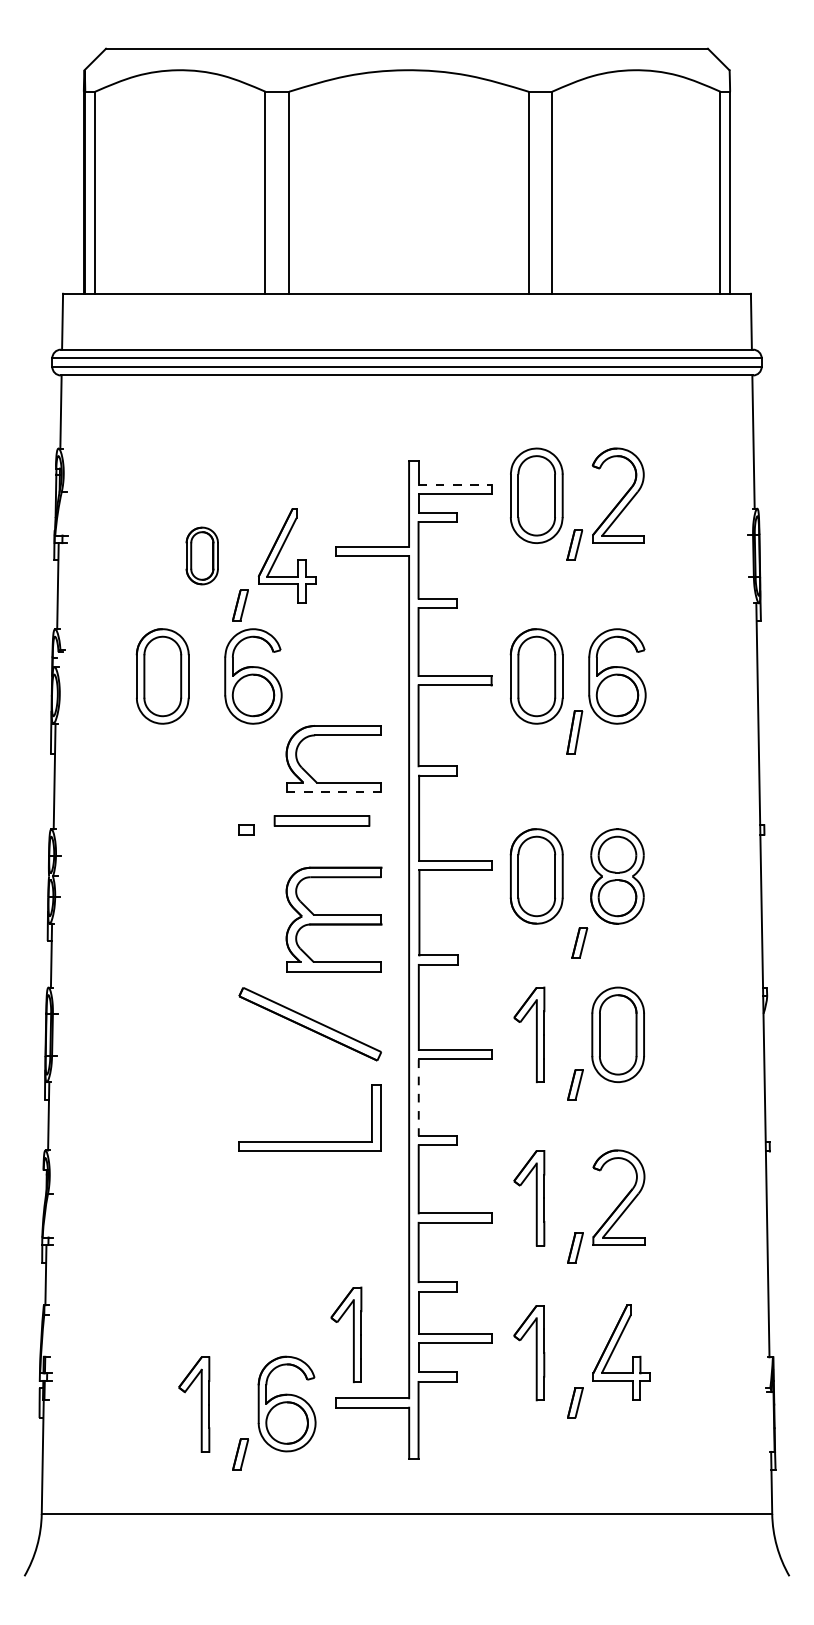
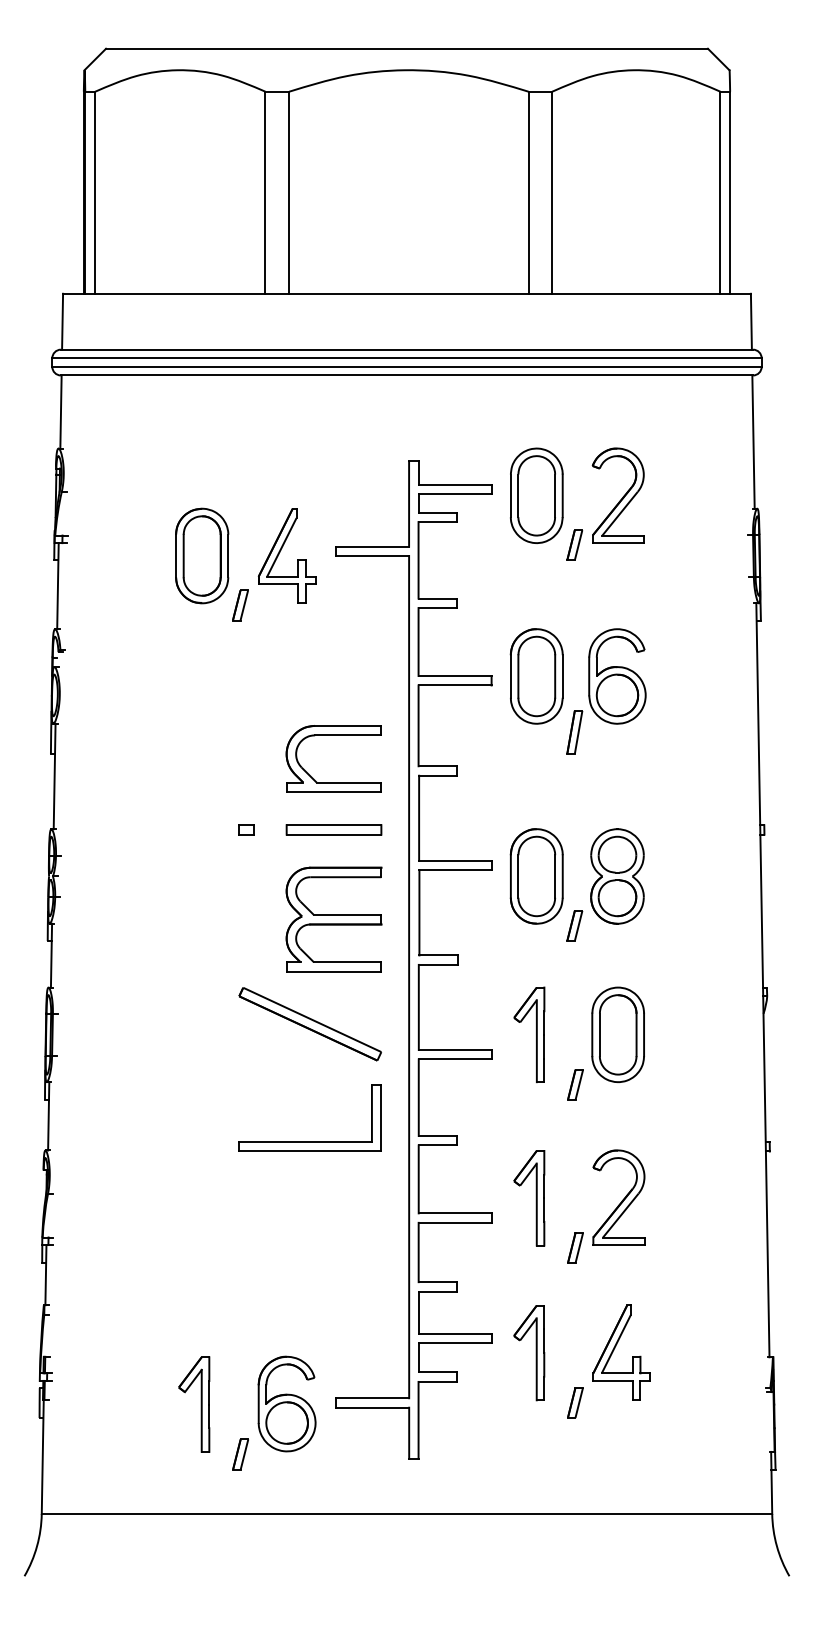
line at (455, 484): dashed -> solid
part at (201, 555) size: 34x60 px -> 55x98 px
part at (162, 676): present -> none
part at (253, 676): present -> none
line at (333, 792): dashed -> solid
part at (321, 820) position: (321, 820) -> (333, 829)
part at (579, 942) position: (579, 942) -> (574, 925)
line at (418, 1098): dashed -> solid
part at (353, 1334): present -> none
